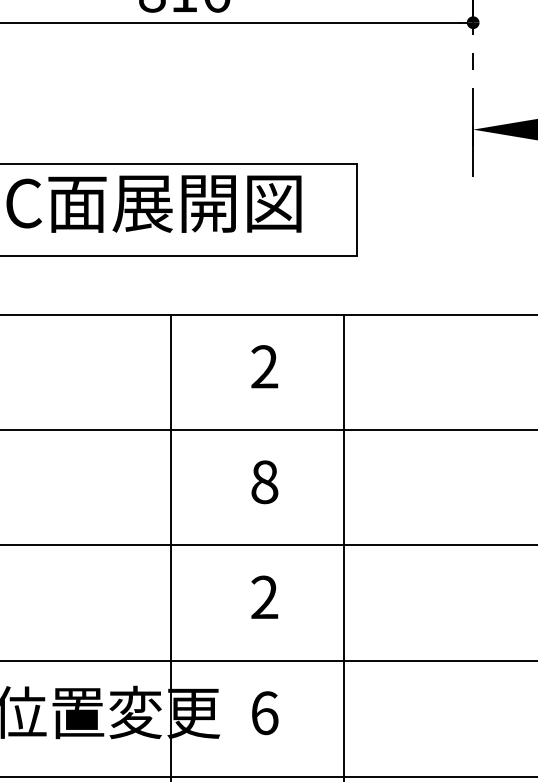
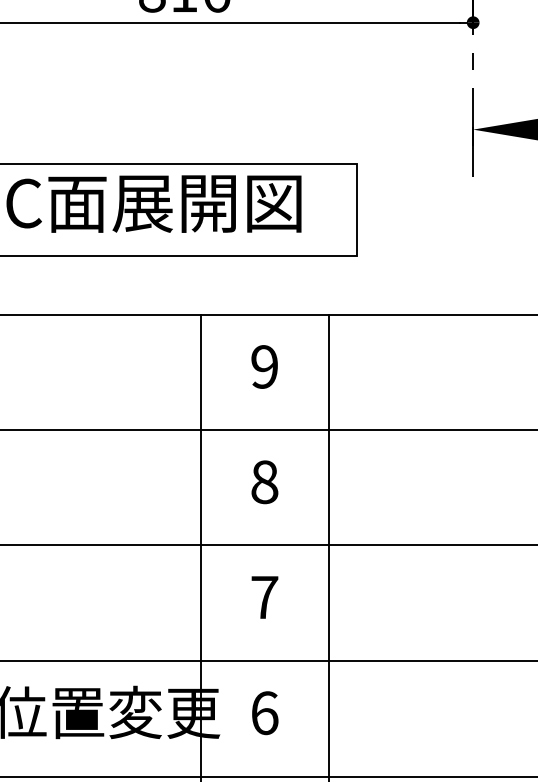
text at (264, 366): 2 -> 9
line at (170, 546) position: (170, 546) -> (200, 546)
line at (343, 546) position: (343, 546) -> (328, 546)
text at (264, 596): 2 -> 7
